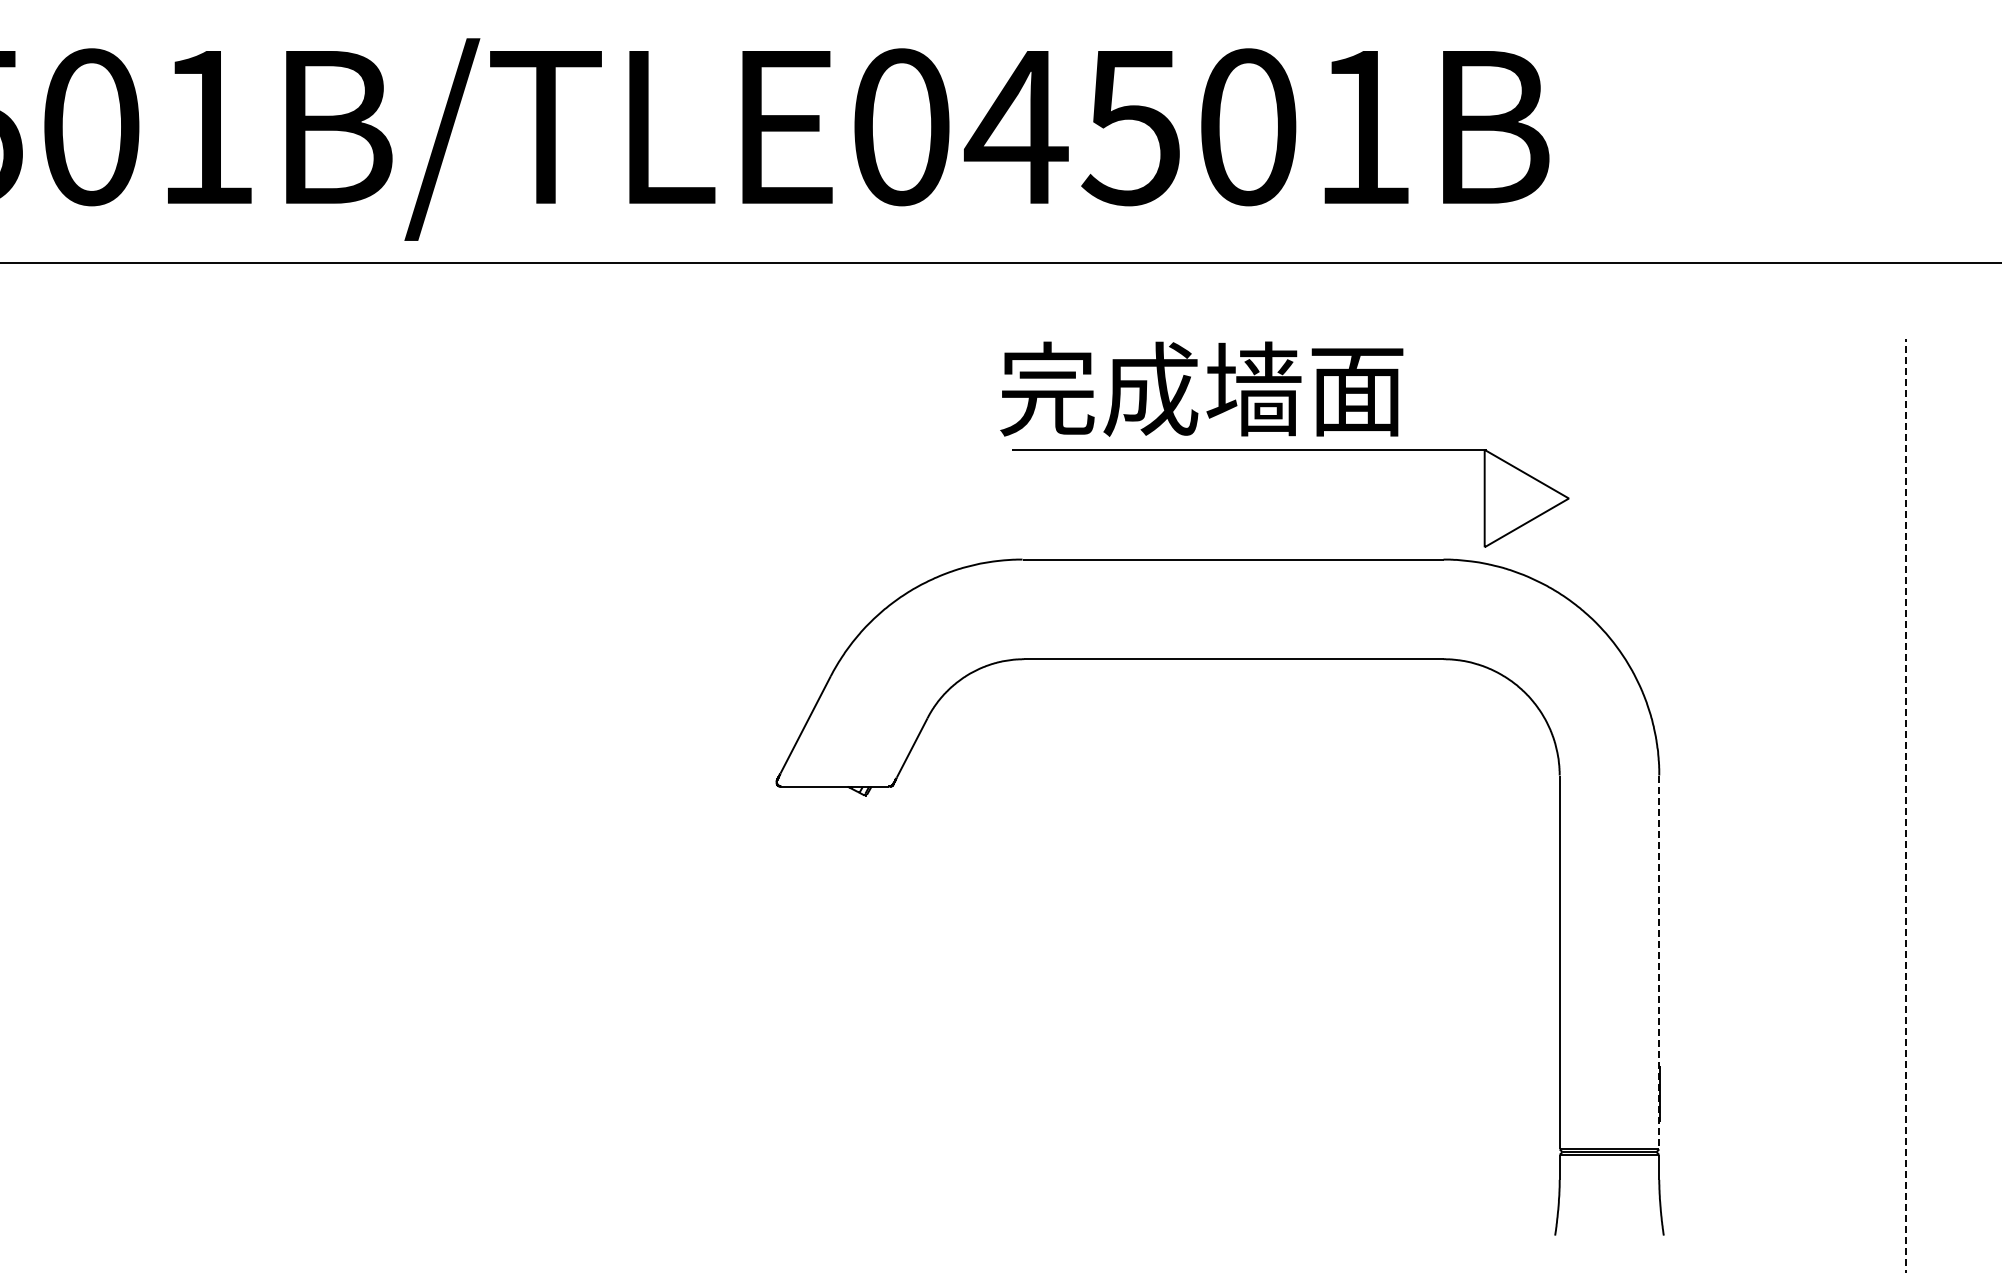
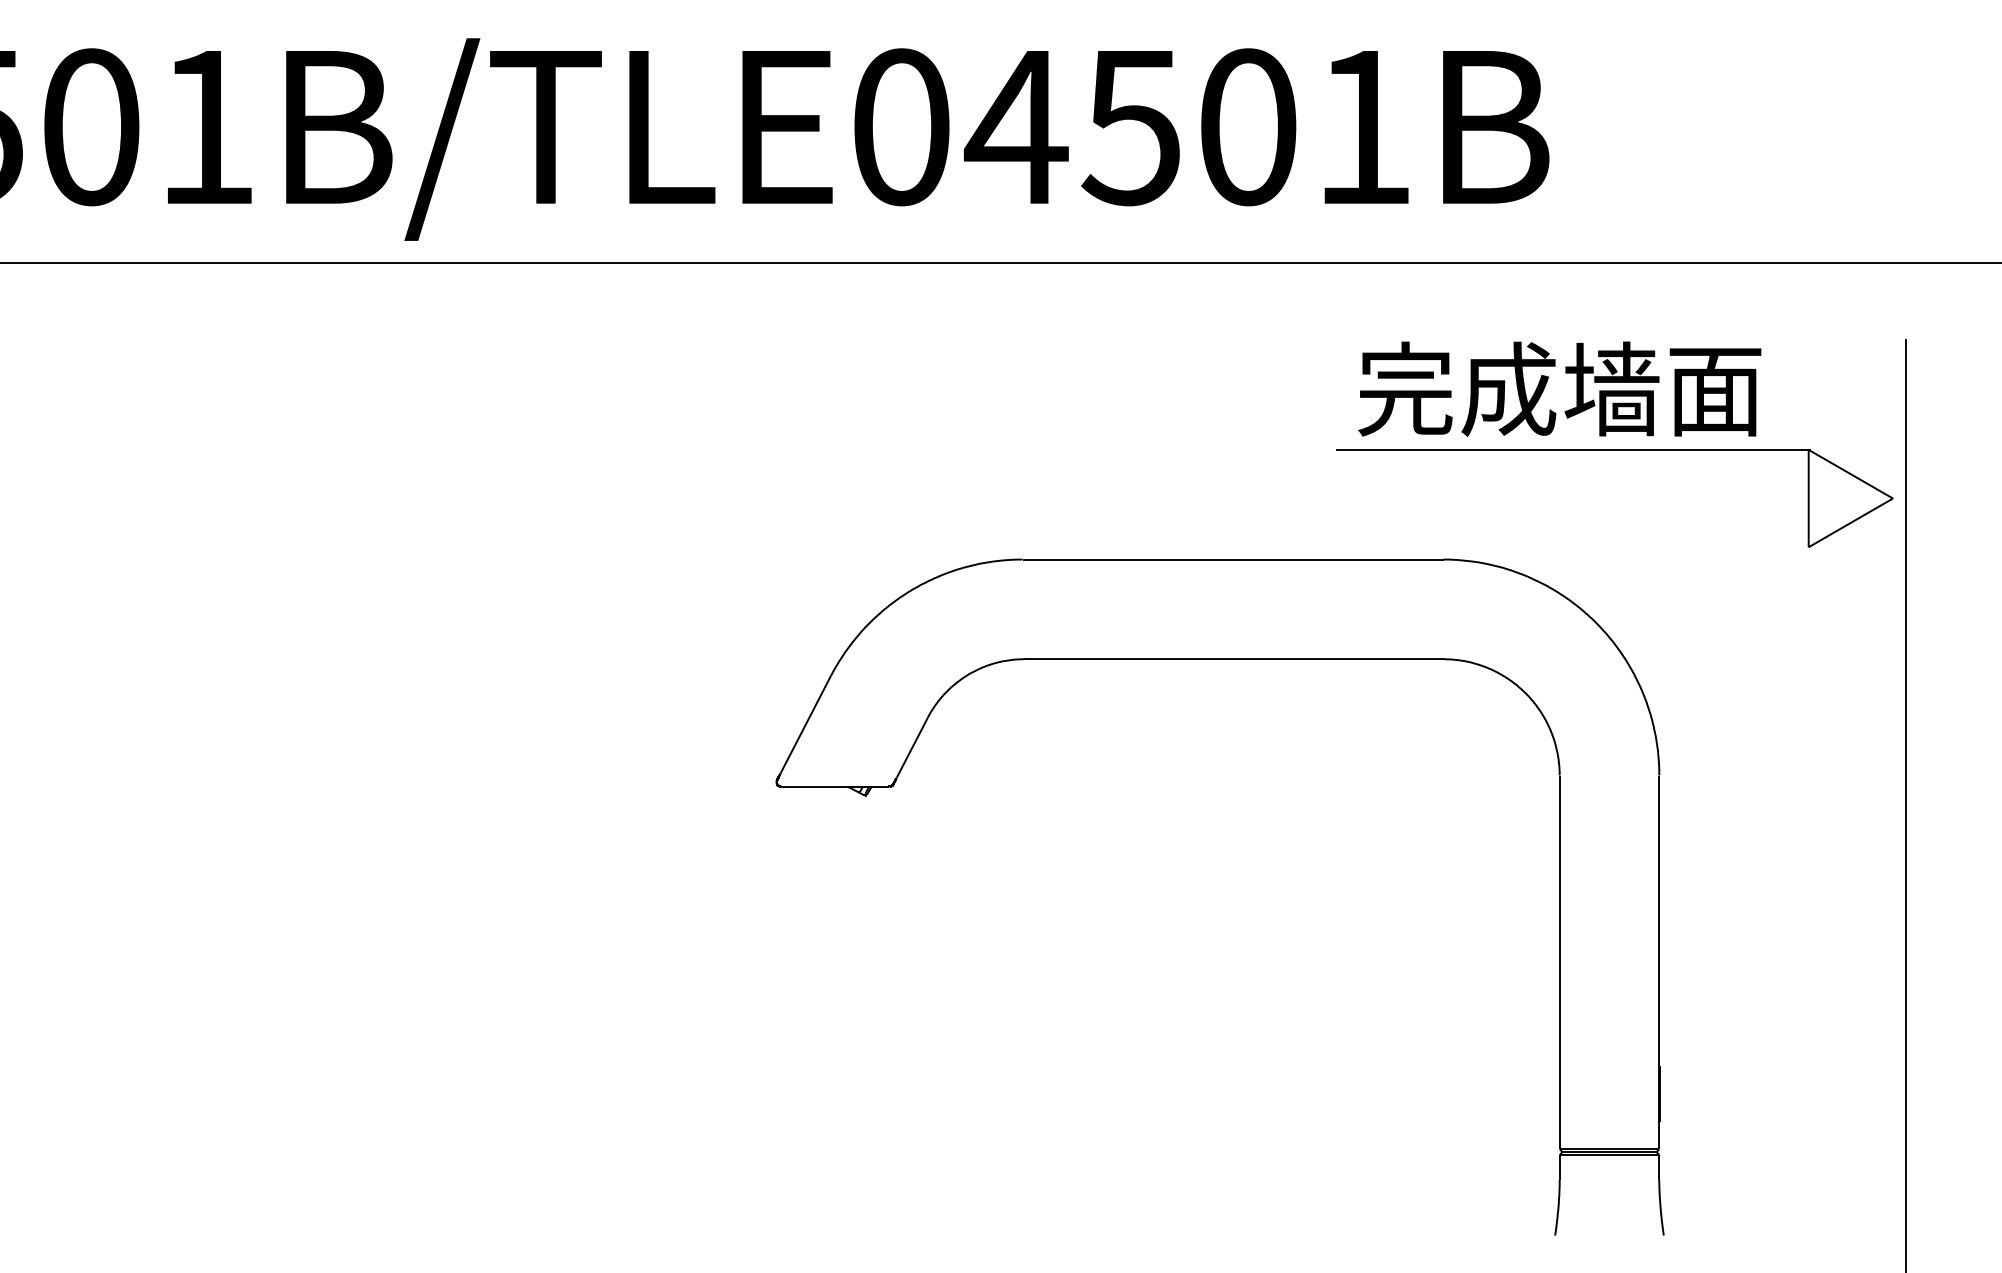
text at (1201, 388) position: (1201, 388) -> (1559, 388)
part at (1290, 450) position: (1290, 450) -> (1614, 450)
line at (1905, 805): dashed -> solid
line at (1659, 962): dashed -> solid
